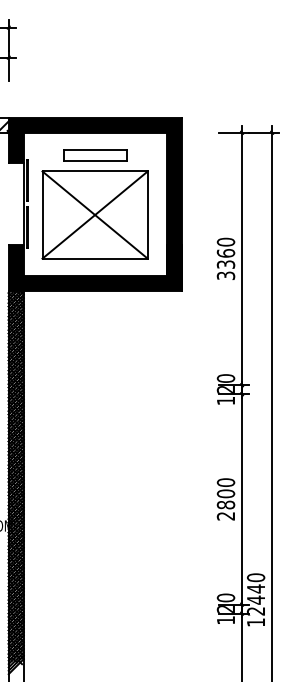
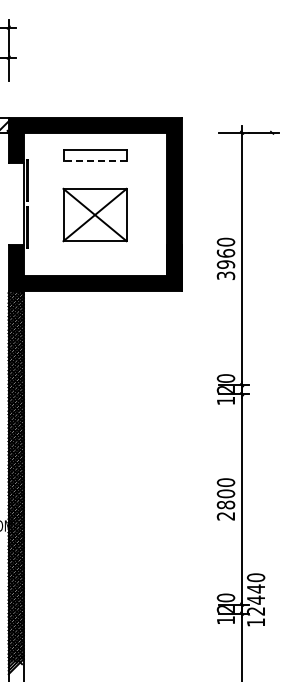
line at (95, 160): solid -> dashed
part at (94, 214) size: 108x90 px -> 66x56 px
text at (225, 264): 3360 -> 3960
line at (272, 401): present -> none
